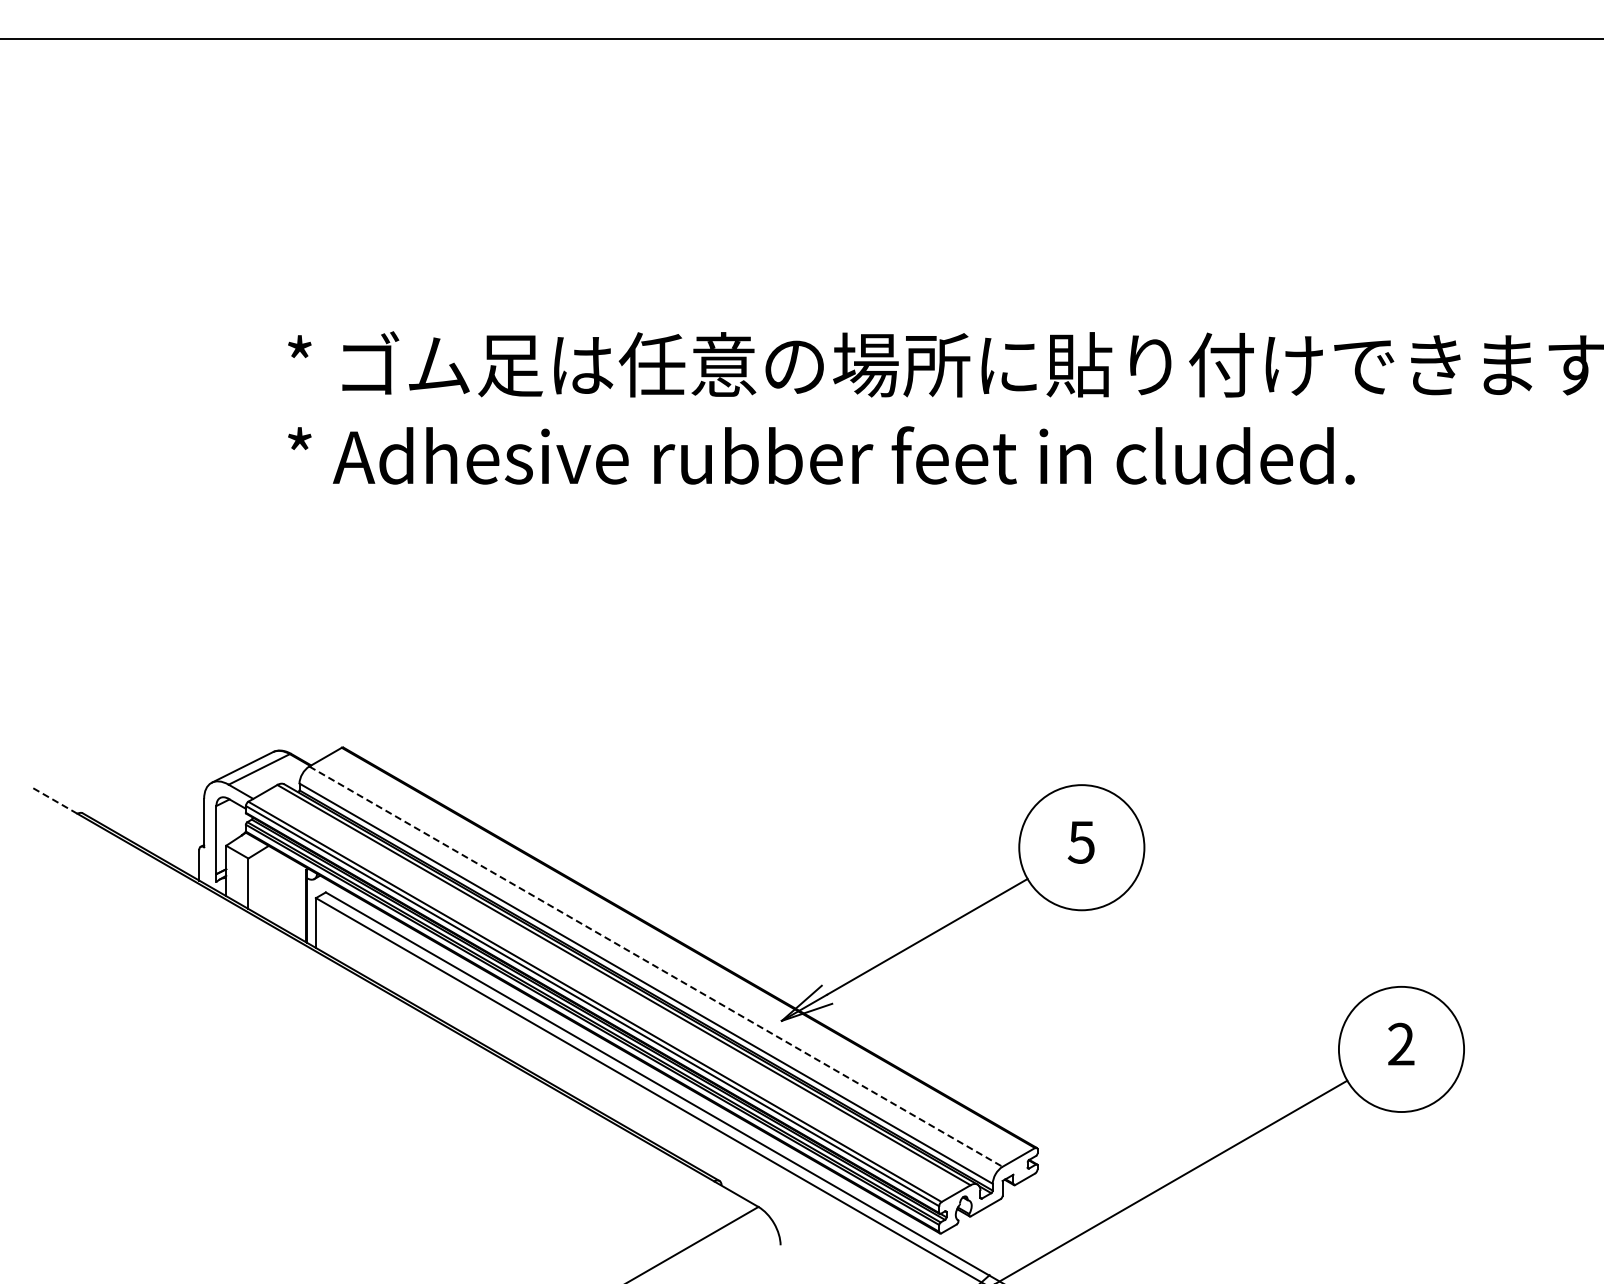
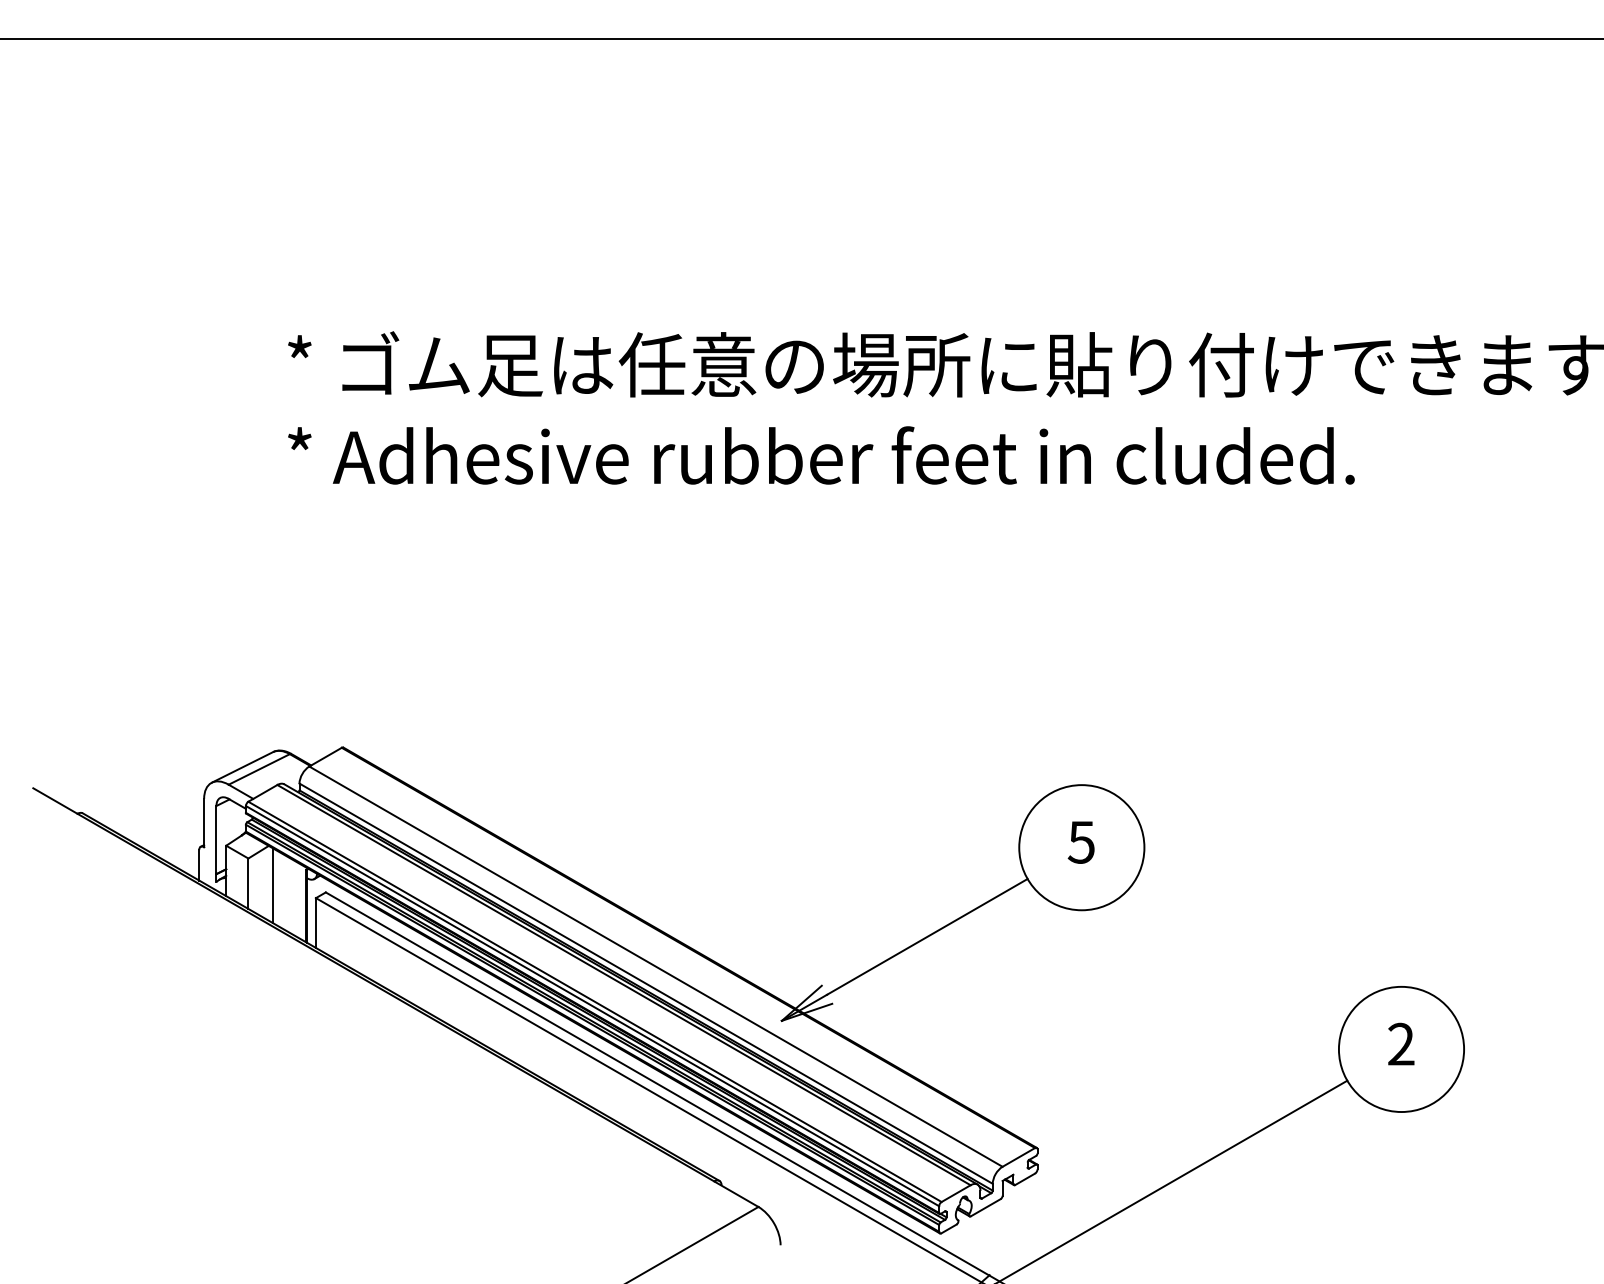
line at (55, 801): dashed -> solid
line at (272, 885): none -> present
line at (656, 966): dashed -> solid
